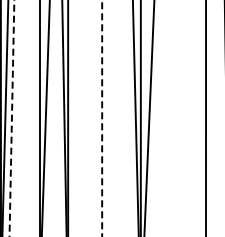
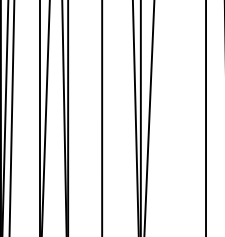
line at (11, 118): dashed -> solid
line at (102, 119): dashed -> solid
